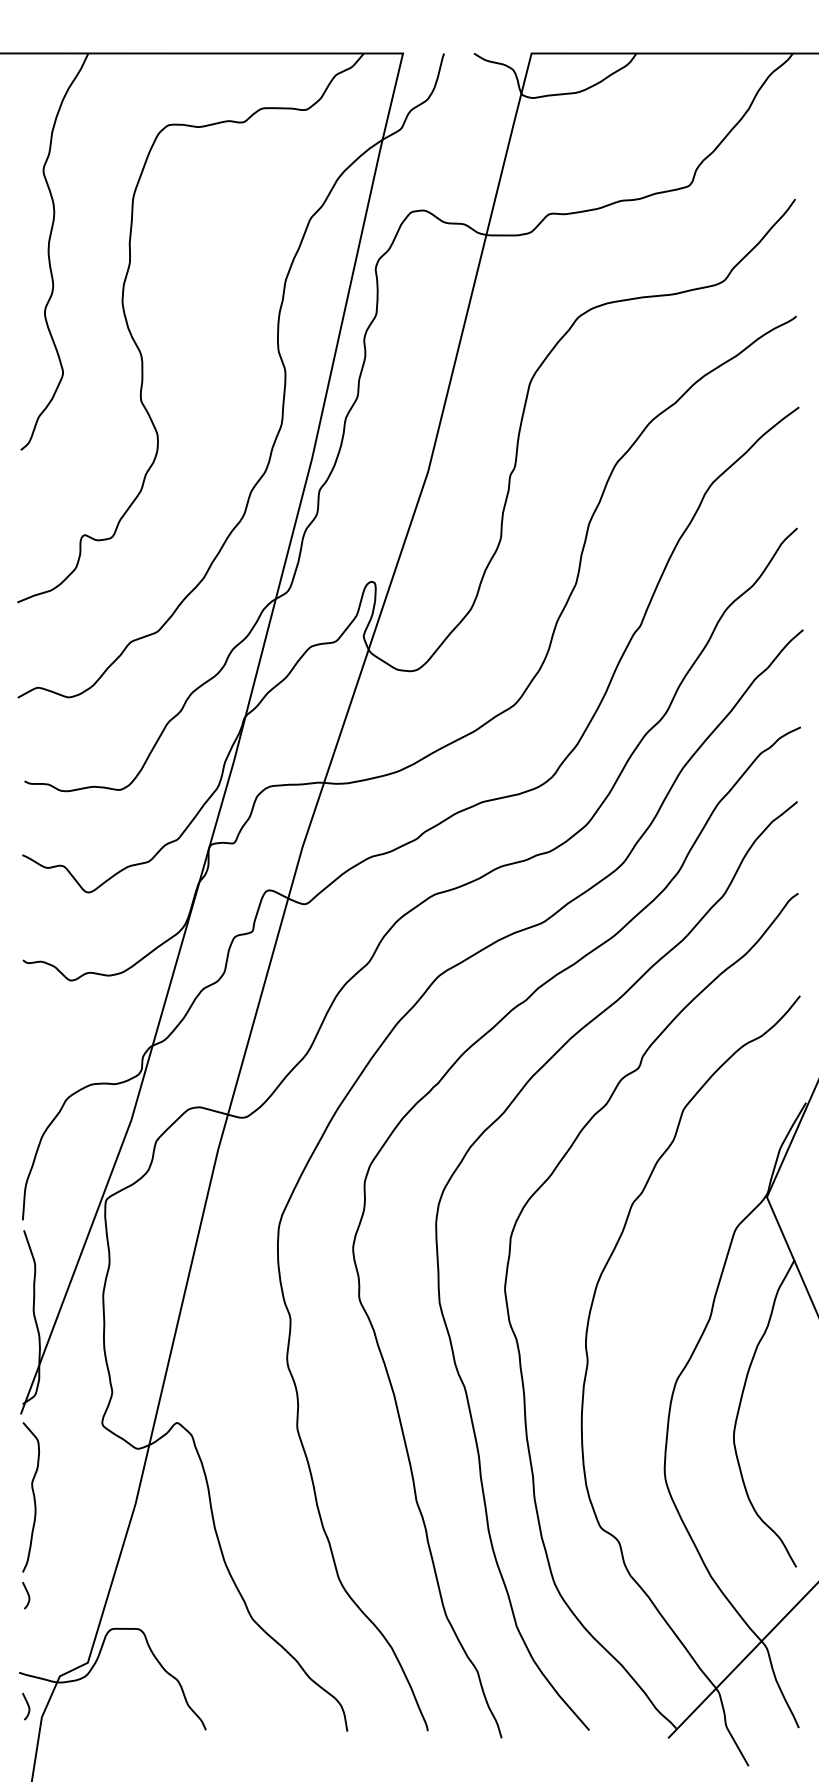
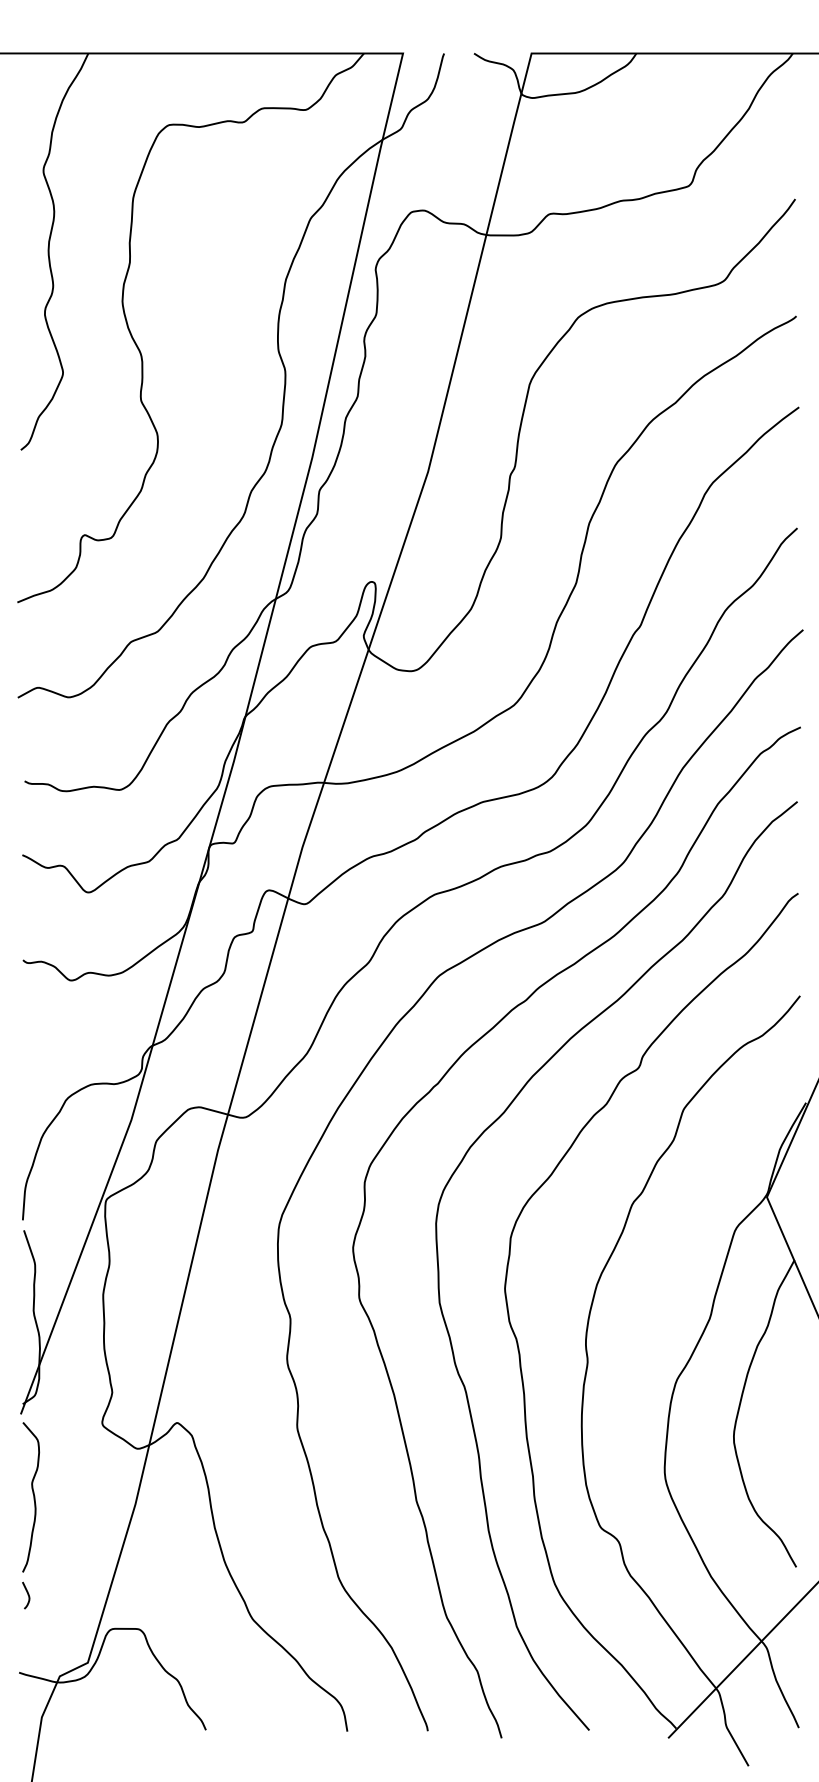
curve at (27, 1706): present -> none
